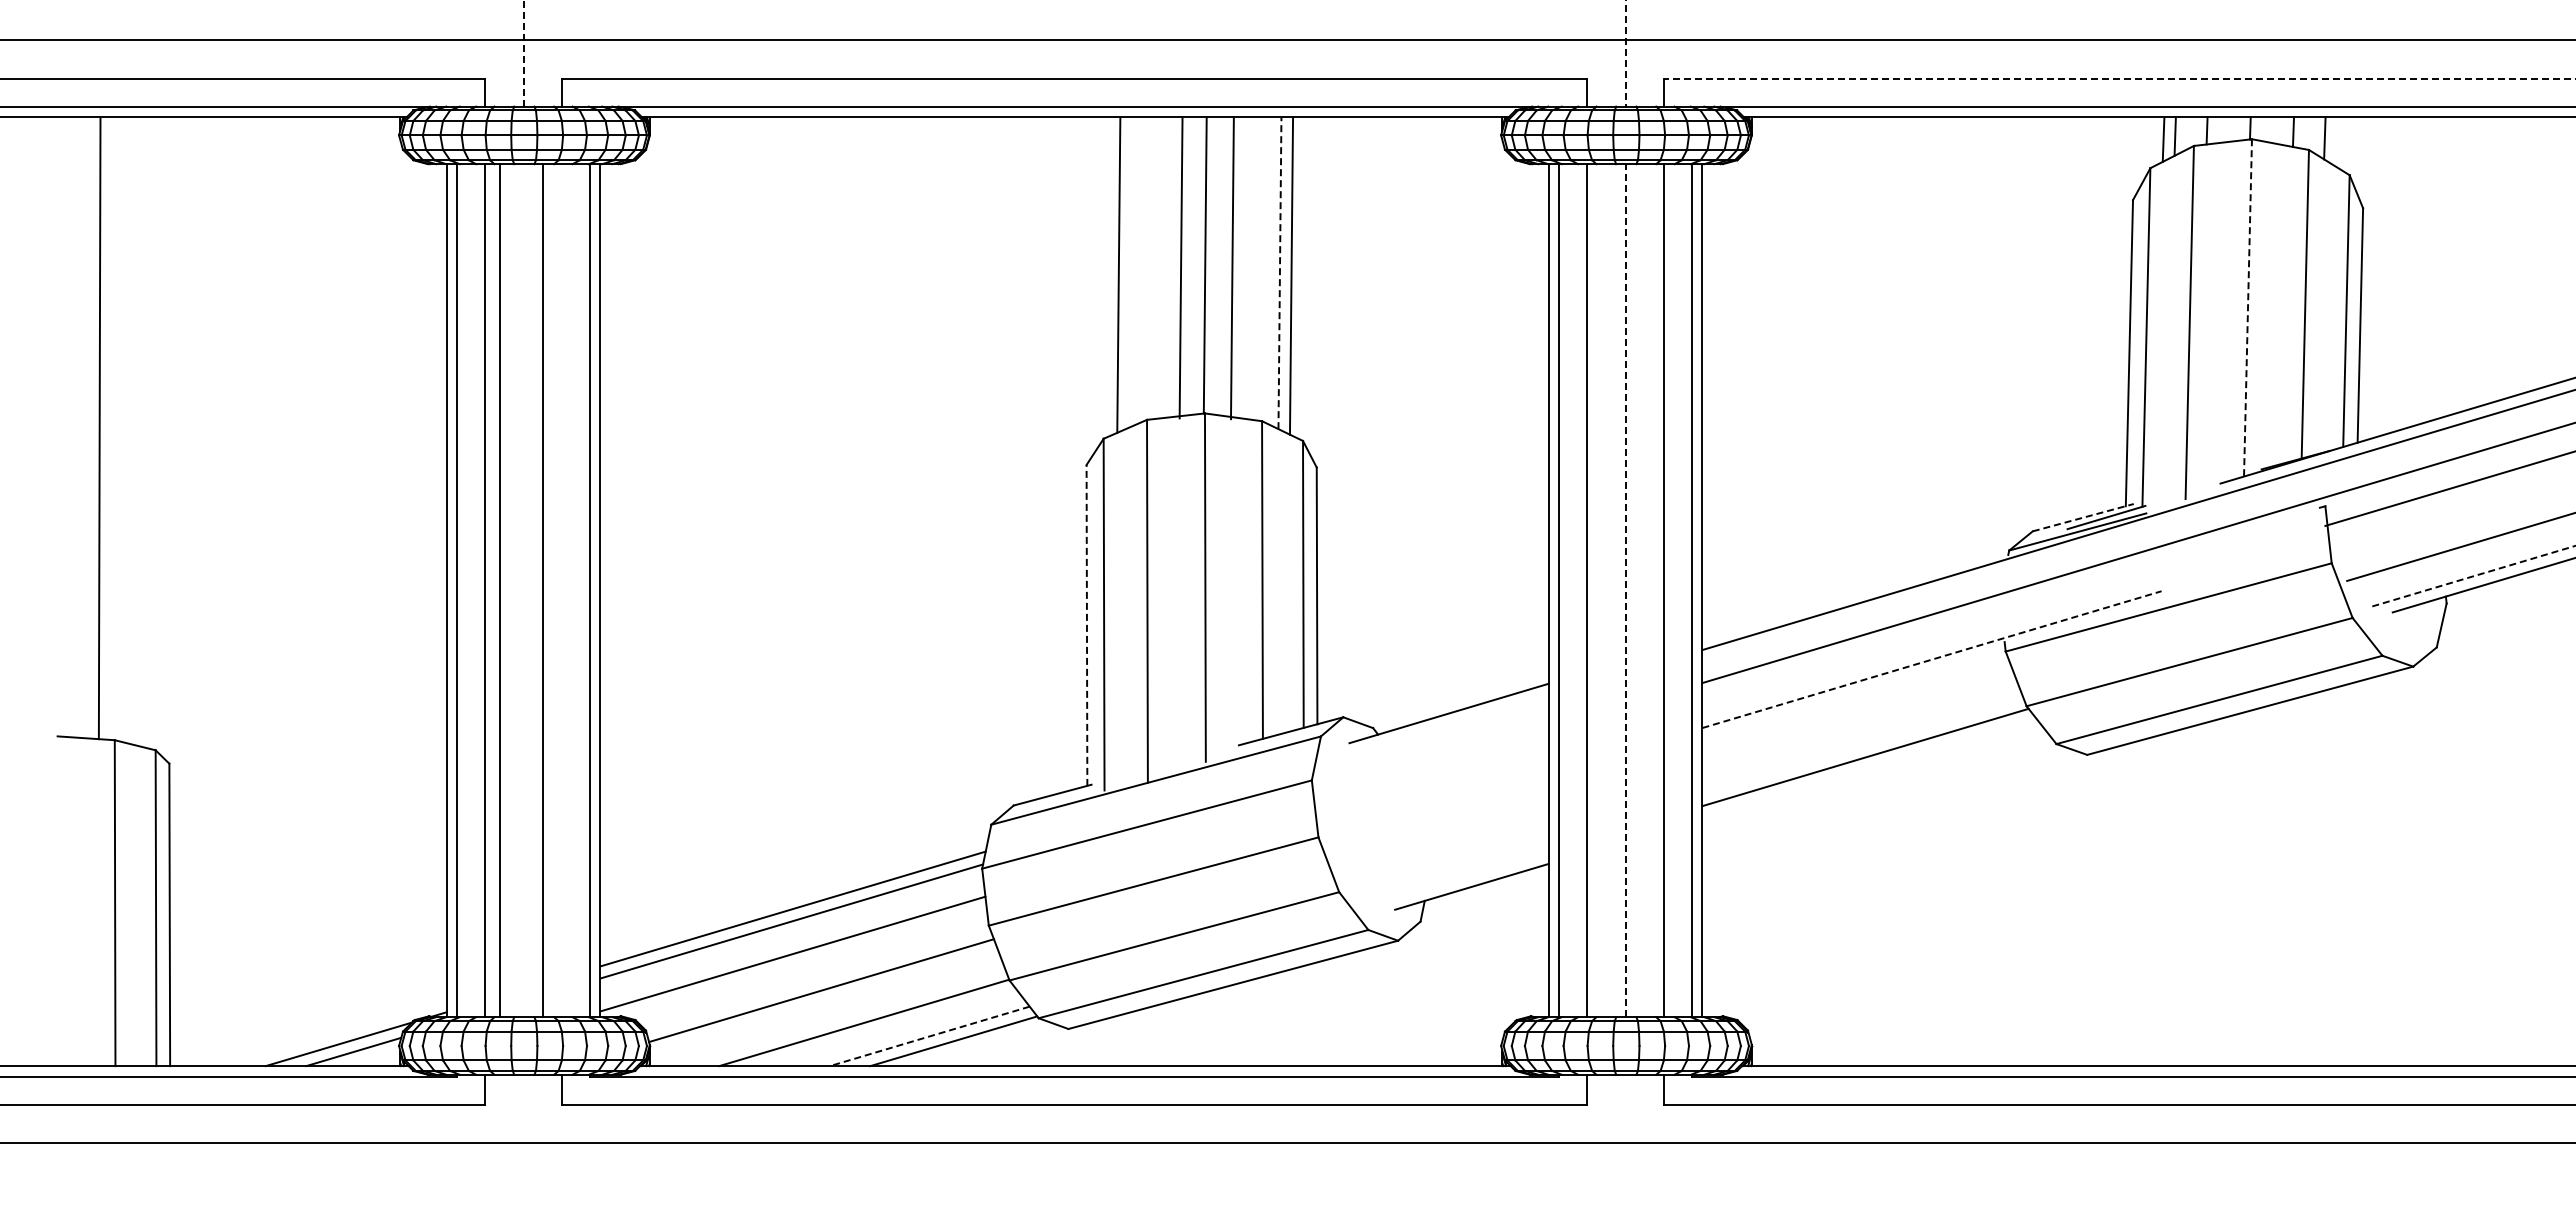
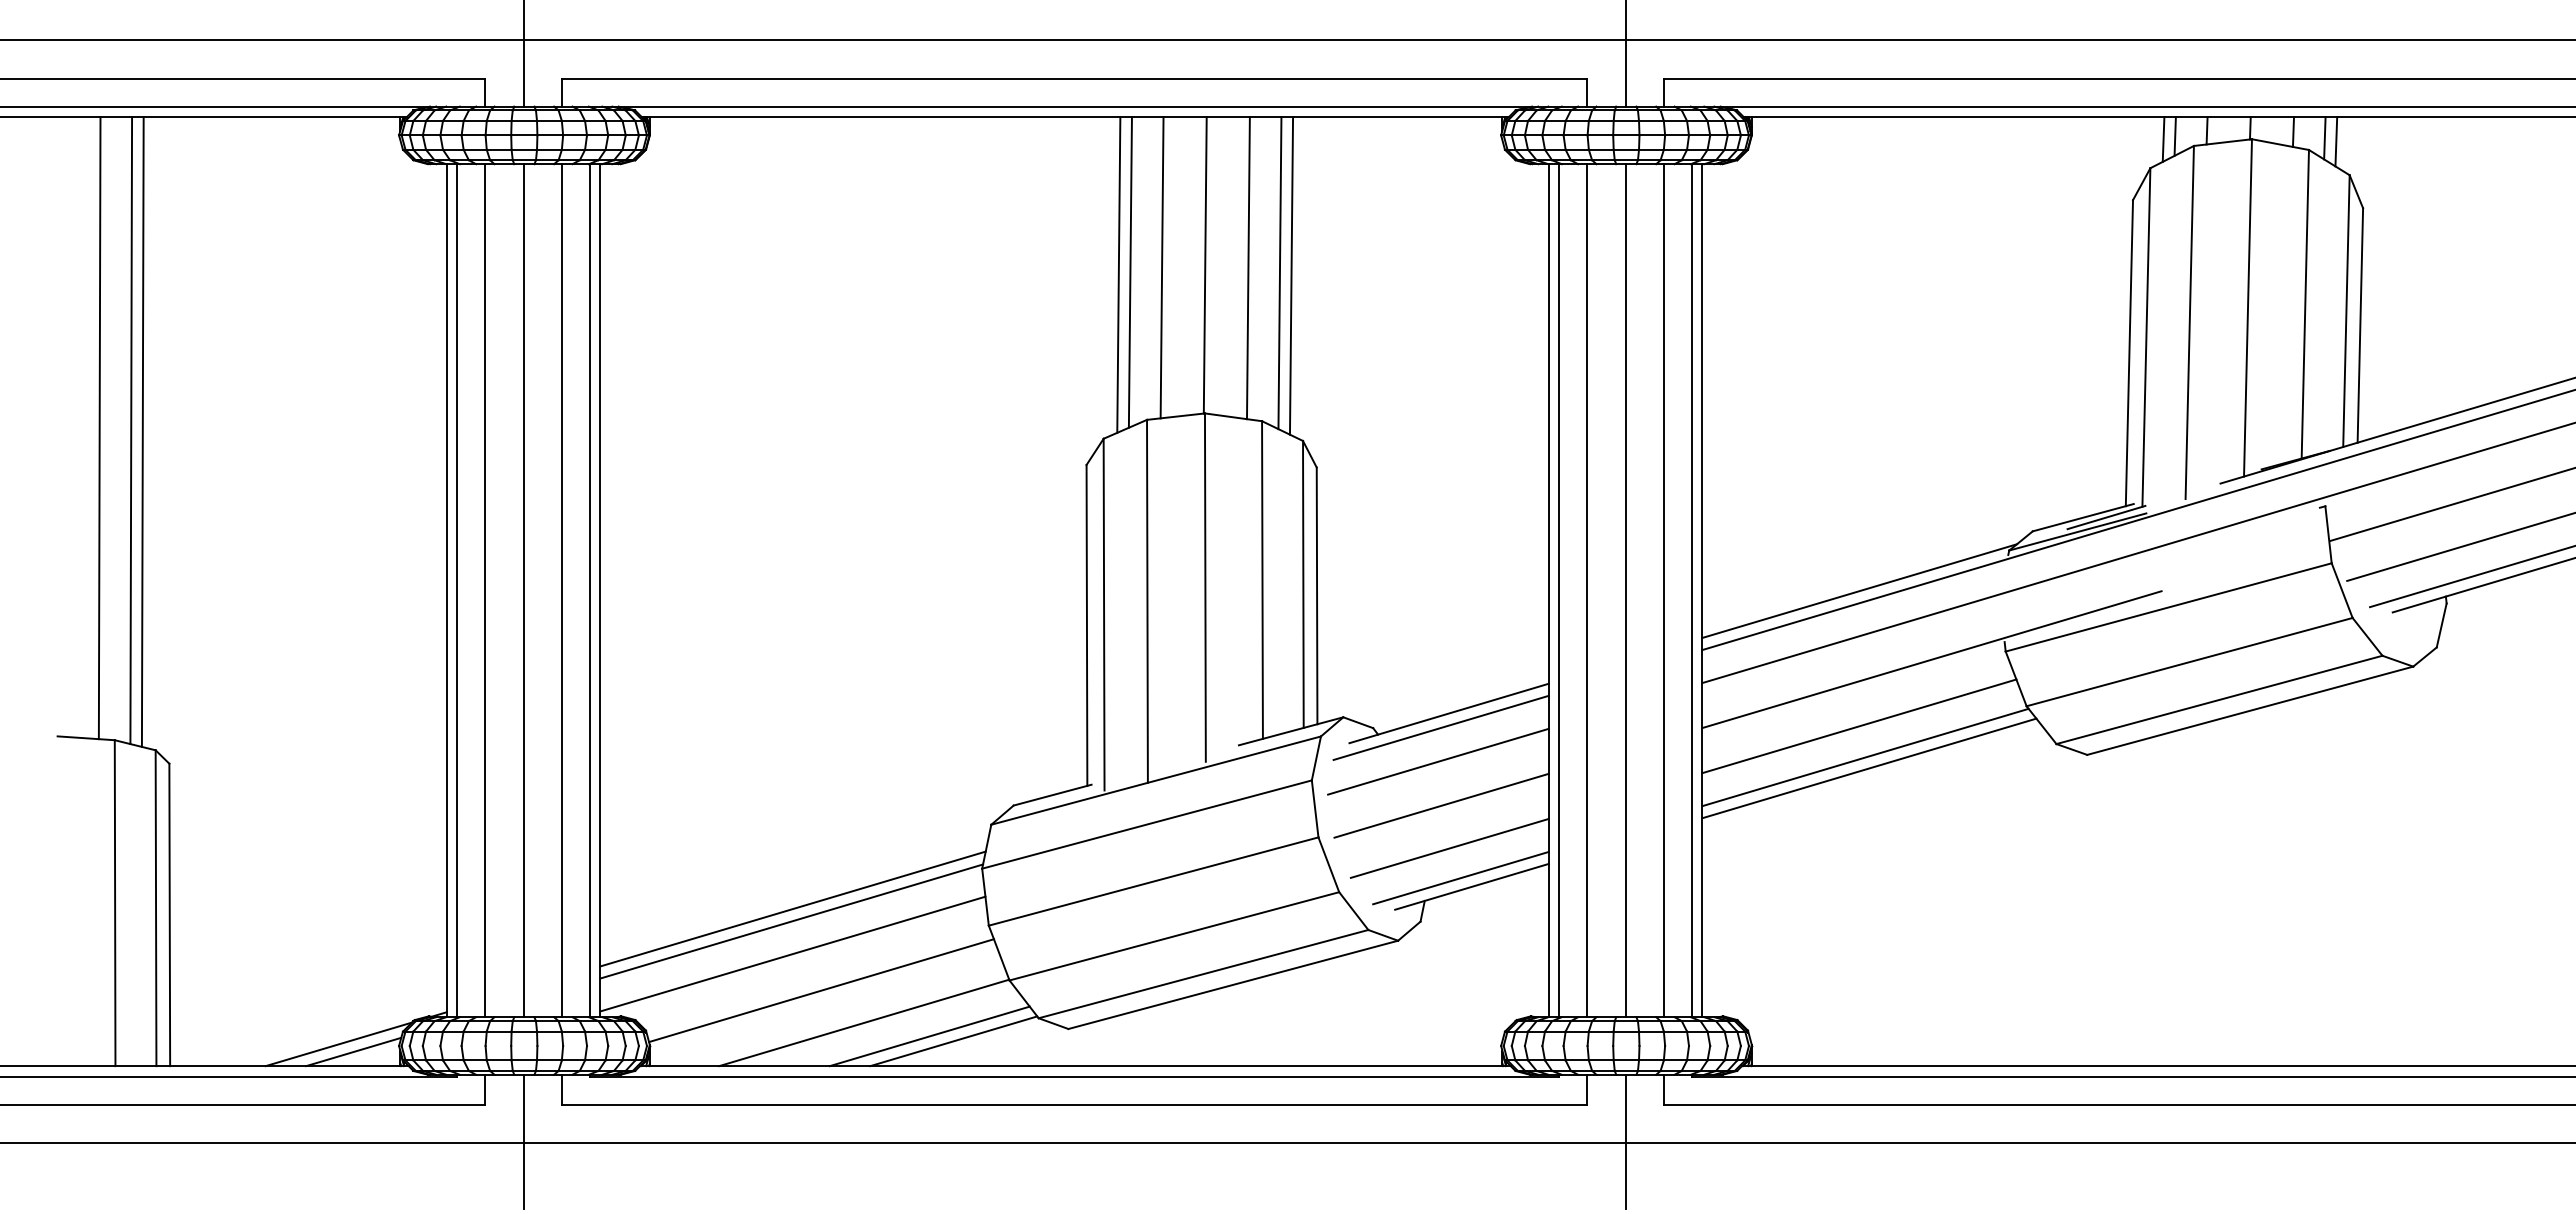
line at (523, 52): dashed -> solid
line at (1625, 53): dashed -> solid
line at (2119, 78): dashed -> solid
line at (2336, 141): none -> present
line at (1180, 267) position: (1180, 267) -> (1161, 267)
line at (1232, 268) position: (1232, 268) -> (1248, 268)
line at (1129, 272): none -> present
line at (1279, 272): dashed -> solid
line at (2248, 307): dashed -> solid
line at (131, 430): none -> present
line at (142, 431): none -> present
line at (2448, 488) position: (2448, 488) -> (2451, 504)
line at (2083, 517): dashed -> solid
line at (2472, 576): dashed -> solid
line at (499, 590) position: (499, 590) -> (523, 590)
line at (542, 590) position: (542, 590) -> (561, 590)
line at (1625, 590): dashed -> solid
line at (1859, 590): none -> present
line at (1086, 624): dashed -> solid
line at (1932, 659): dashed -> solid
line at (1859, 726): none -> present
line at (1440, 727): none -> present
line at (1438, 761): none -> present
line at (1869, 768): none -> present
line at (1441, 805): none -> present
line at (1449, 847): none -> present
line at (1460, 877): none -> present
line at (929, 1036): dashed -> solid
line at (523, 1141): none -> present
line at (1625, 1141): none -> present
